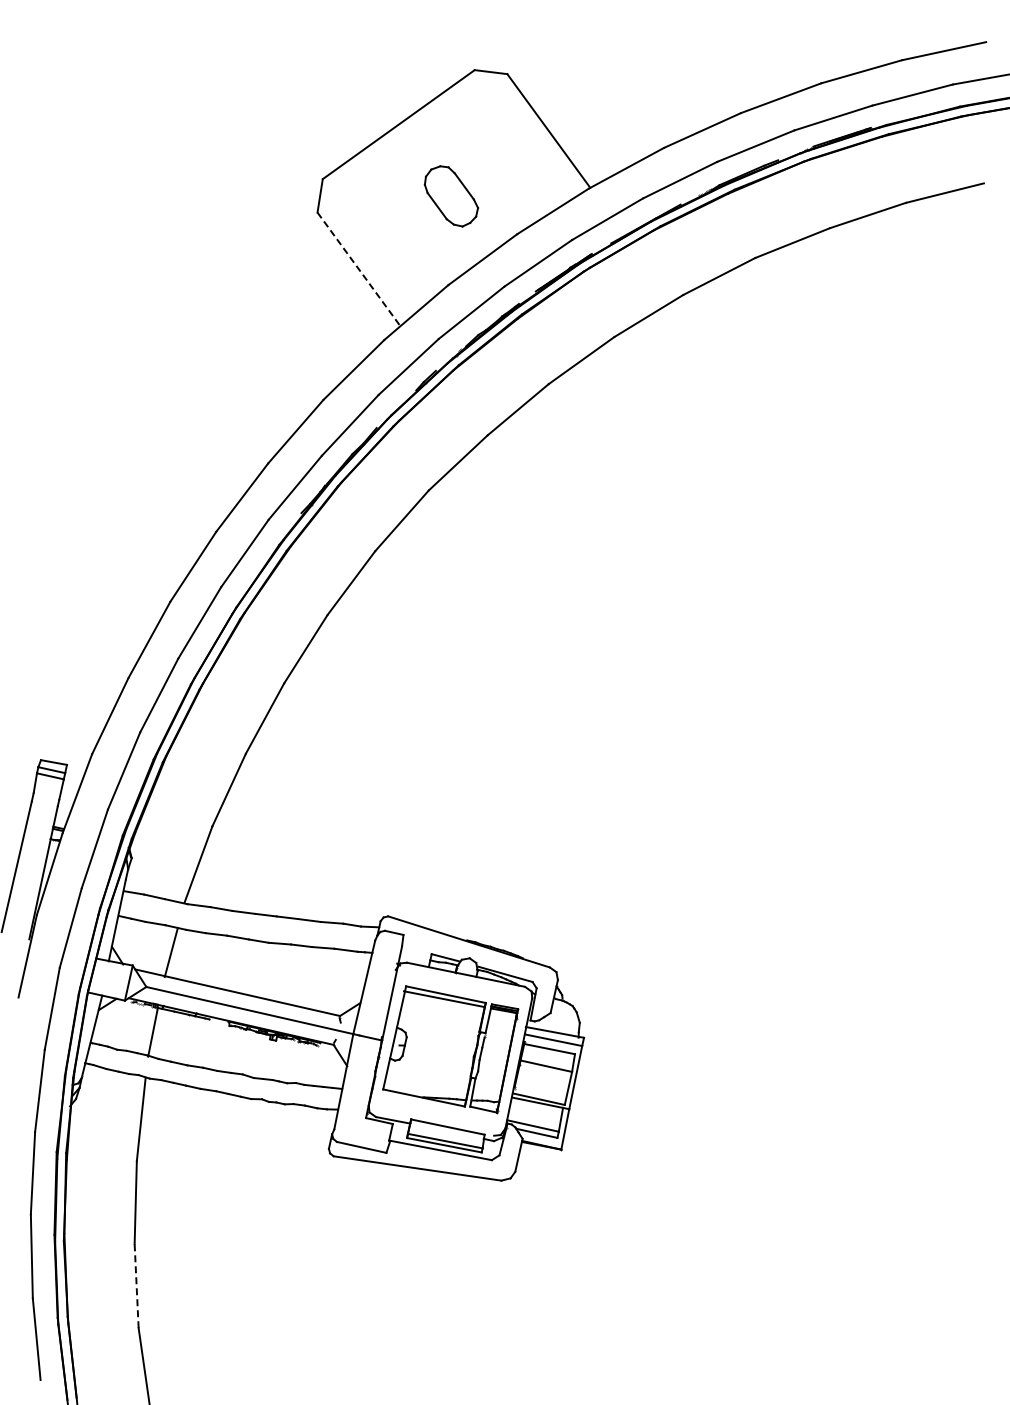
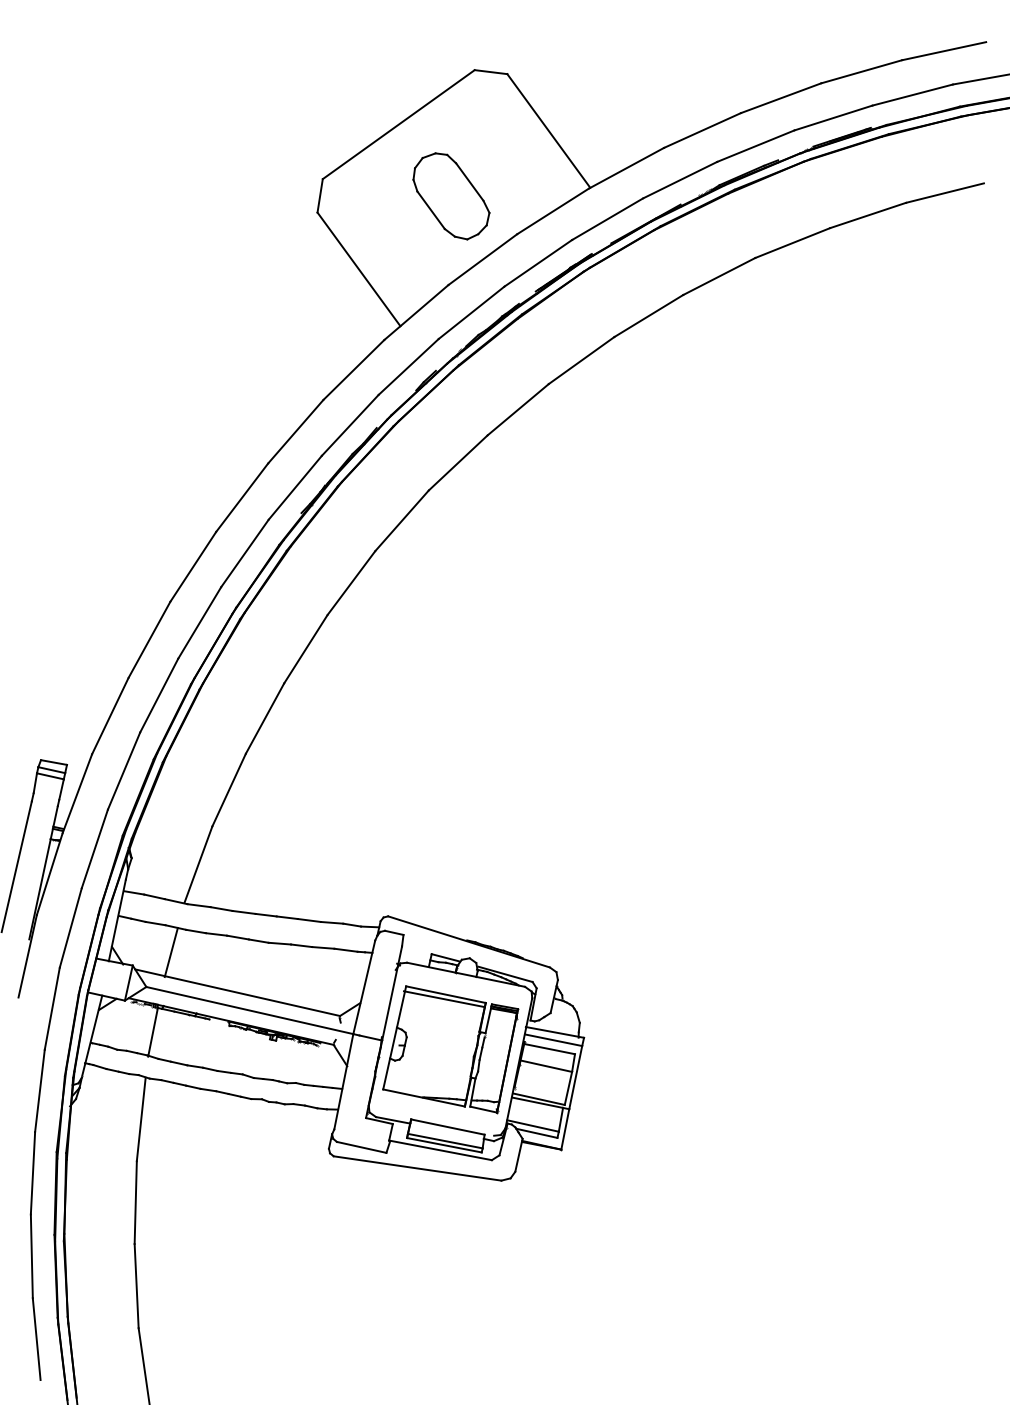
part at (451, 196) size: 57x63 px -> 79x89 px
line at (359, 269): dashed -> solid
line at (136, 1285): dashed -> solid
